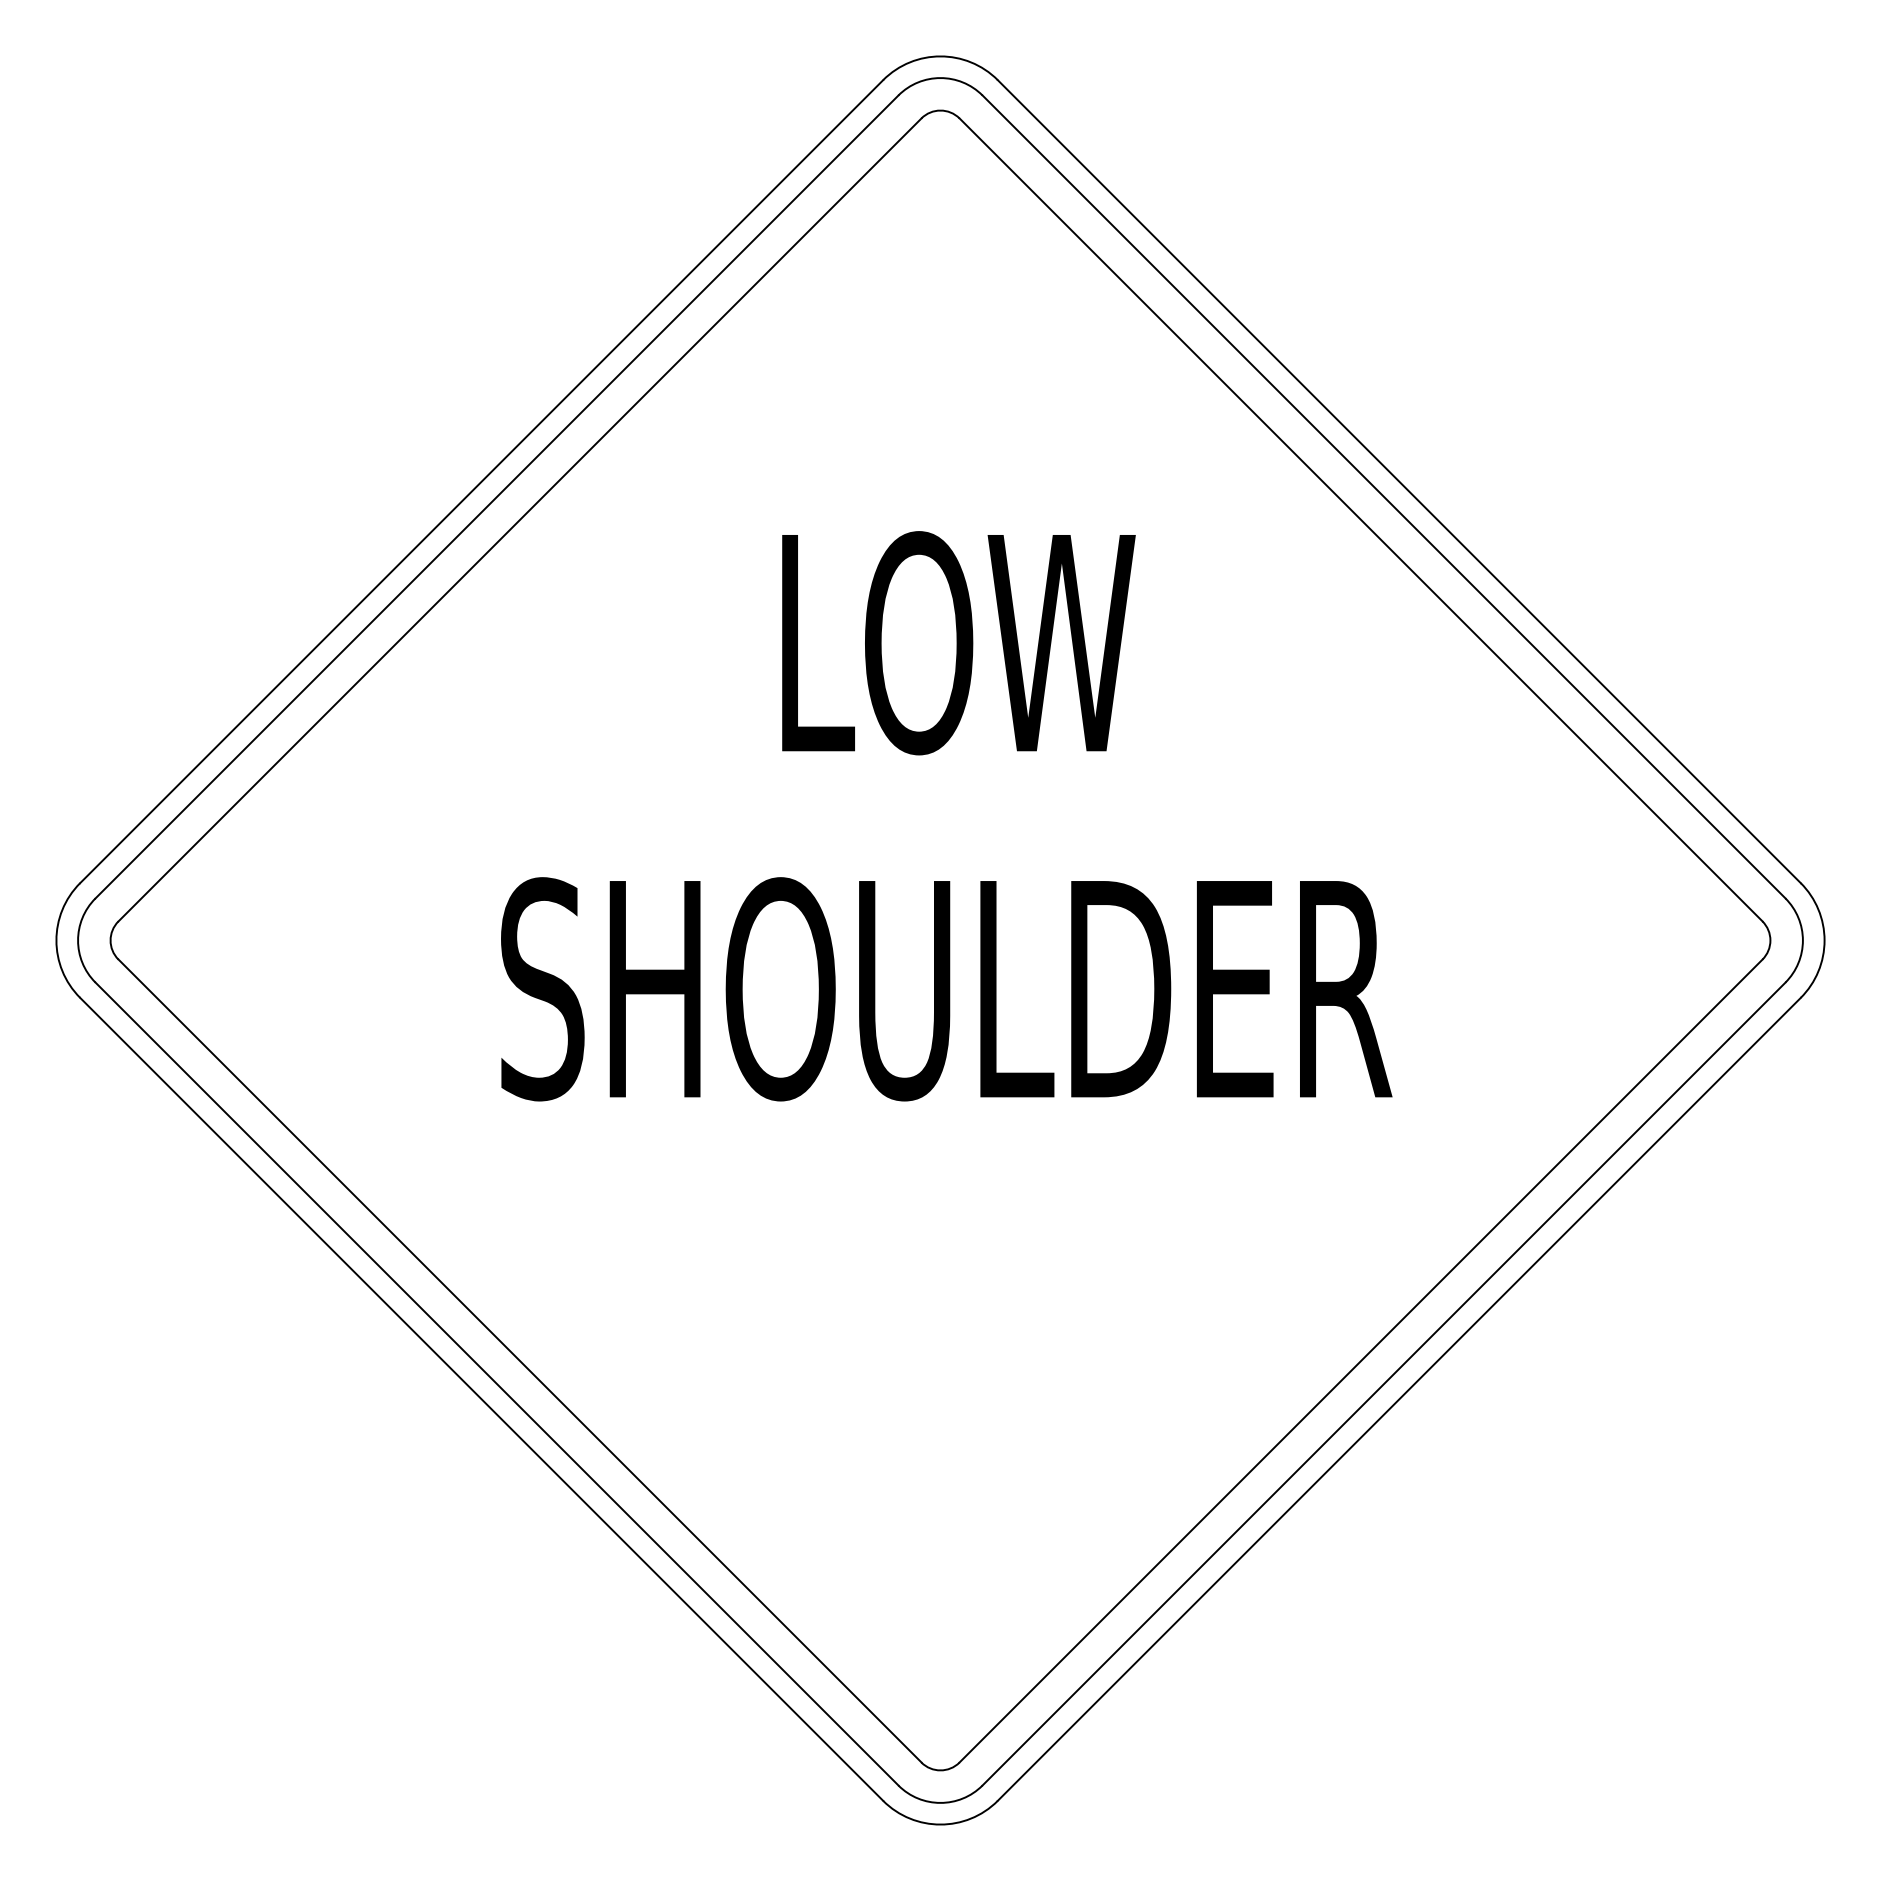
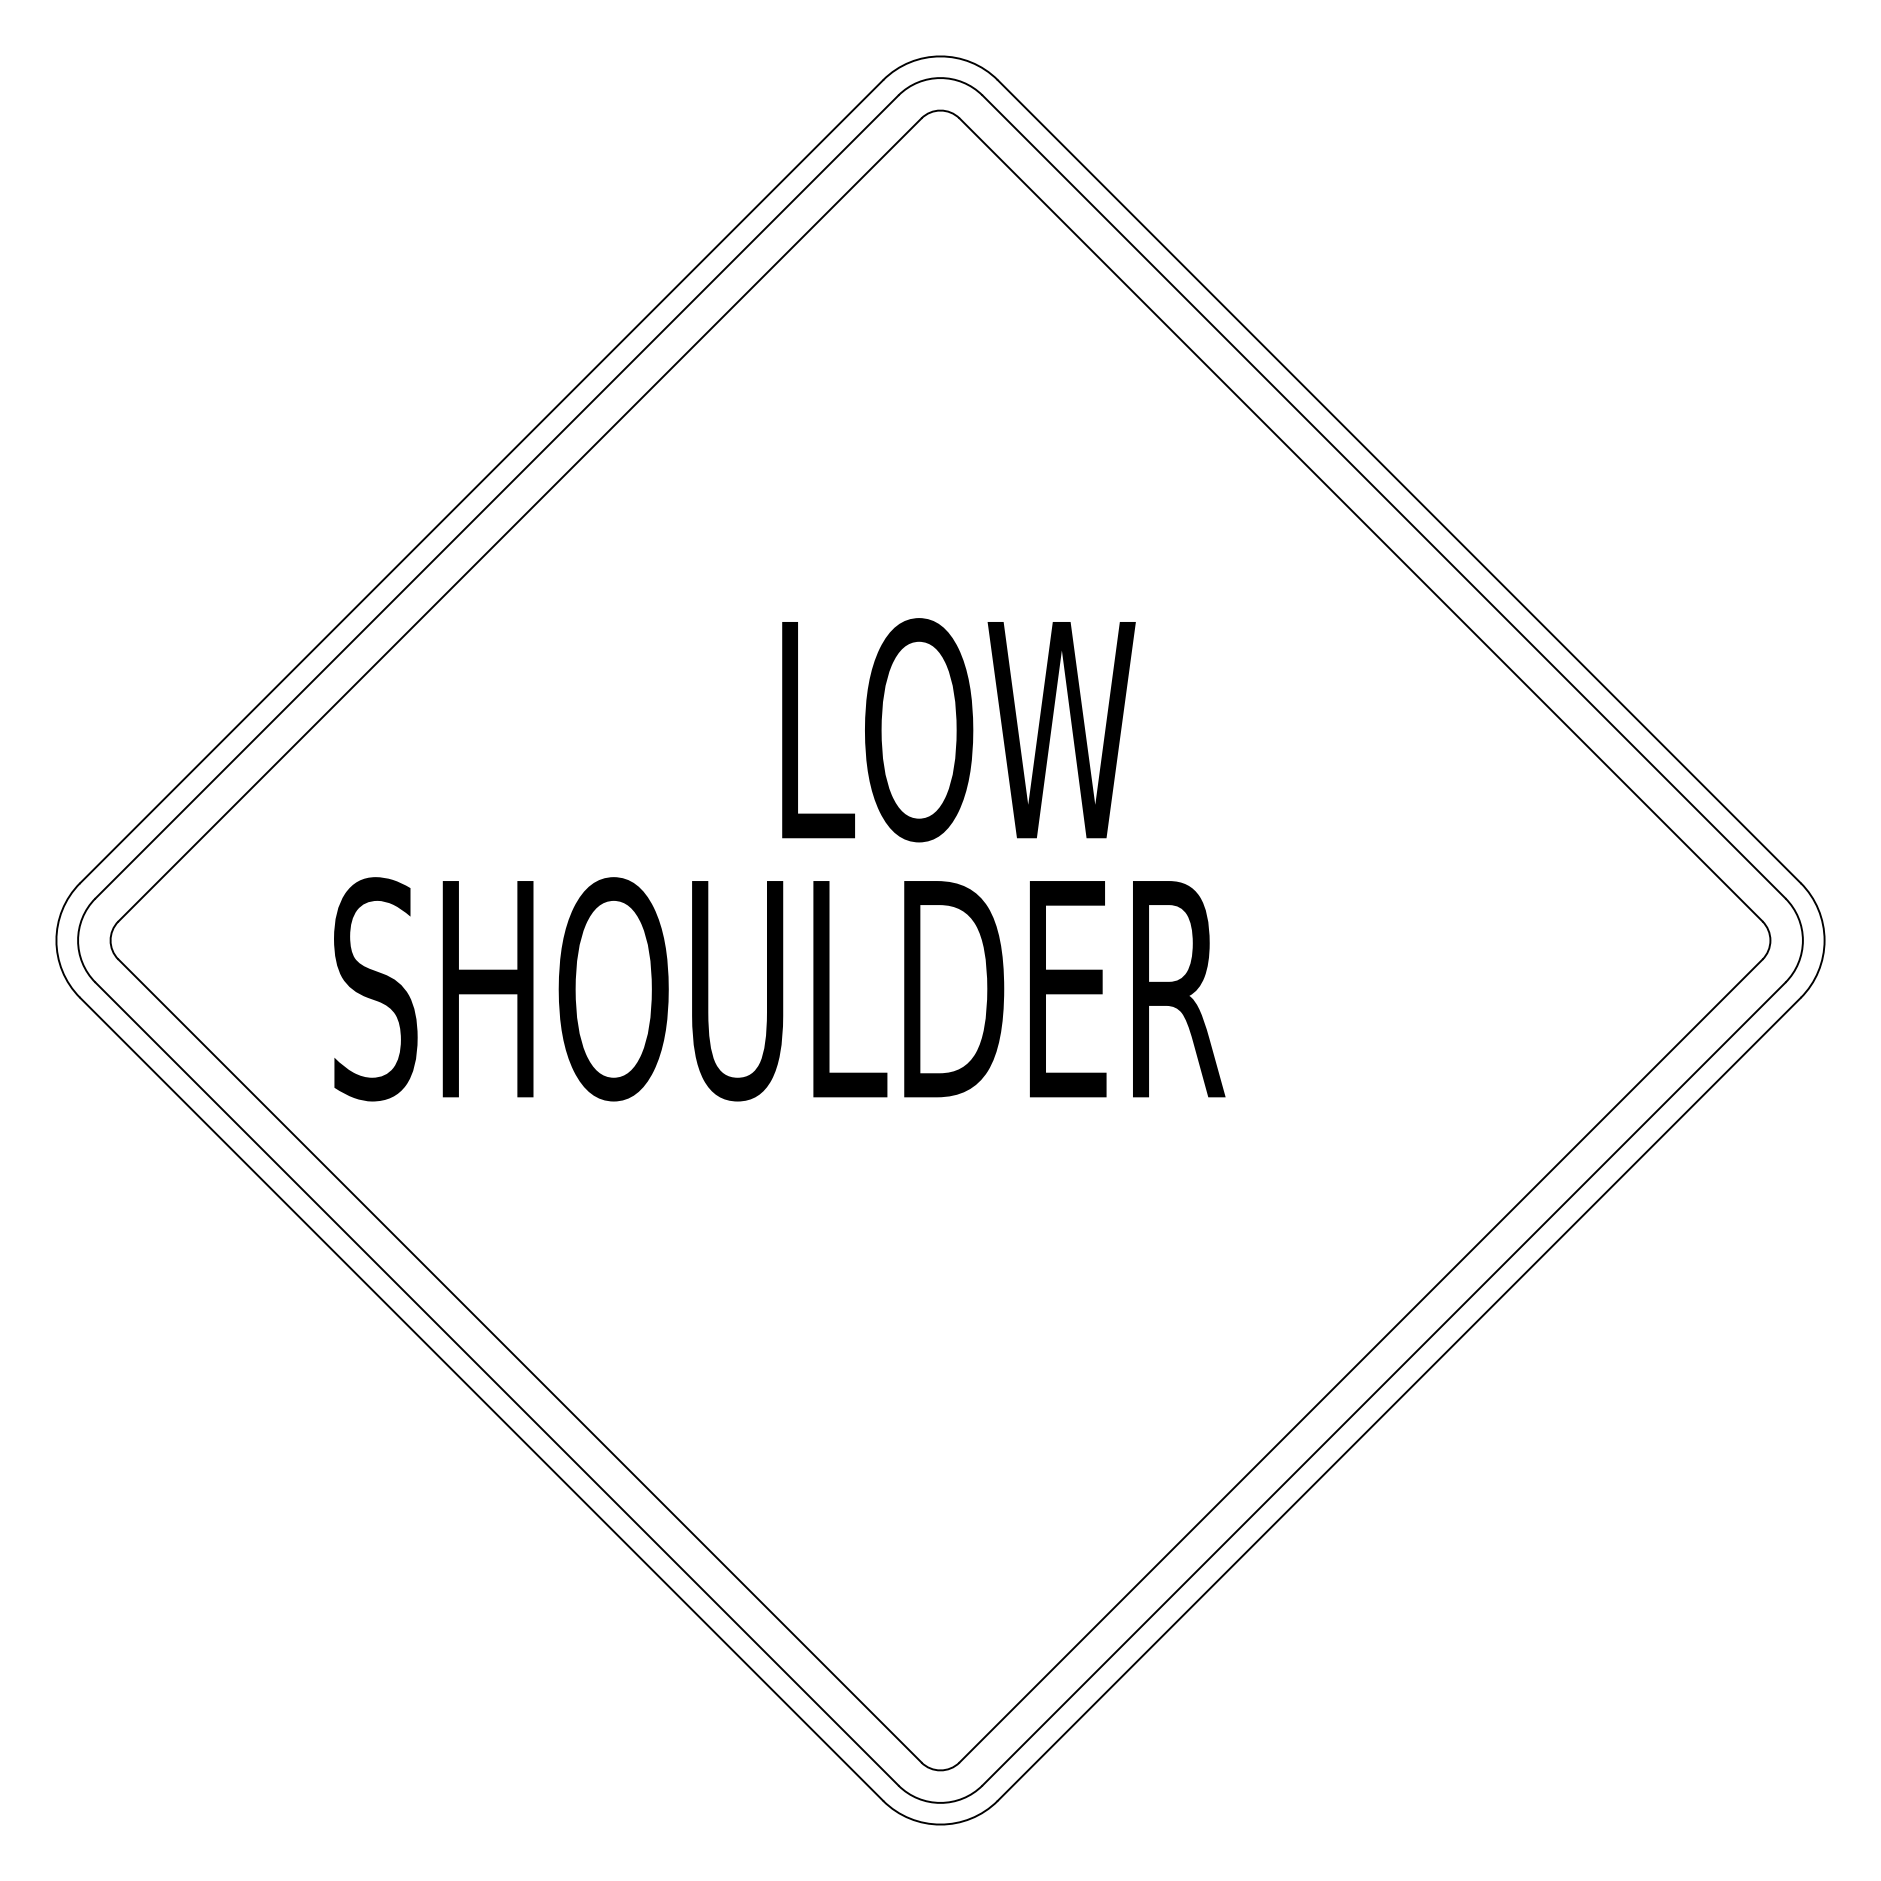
text at (958, 643) position: (958, 643) -> (958, 730)
text at (946, 989) position: (946, 989) -> (779, 989)
